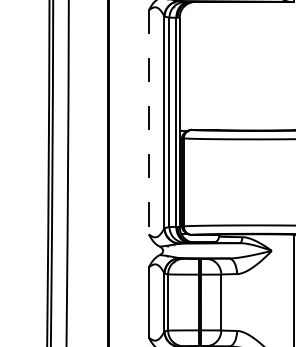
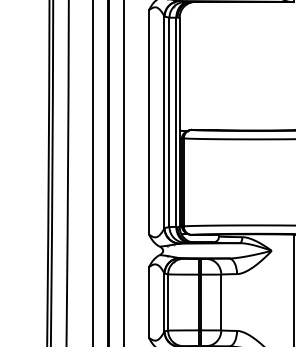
line at (148, 122): dashed -> solid
line at (92, 172): none -> present
line at (124, 172): none -> present
